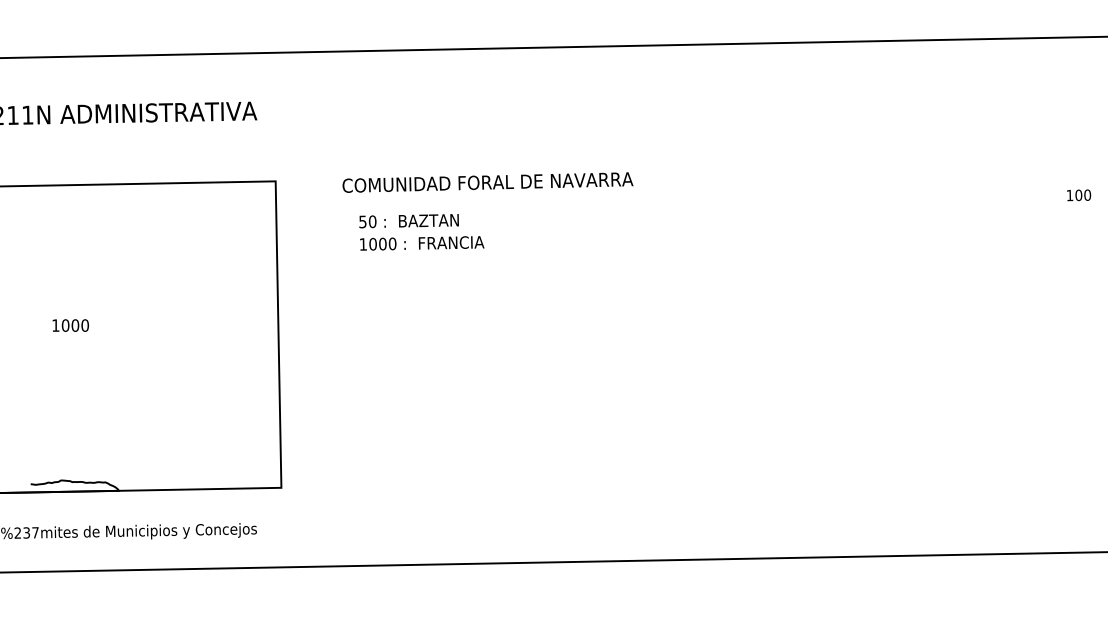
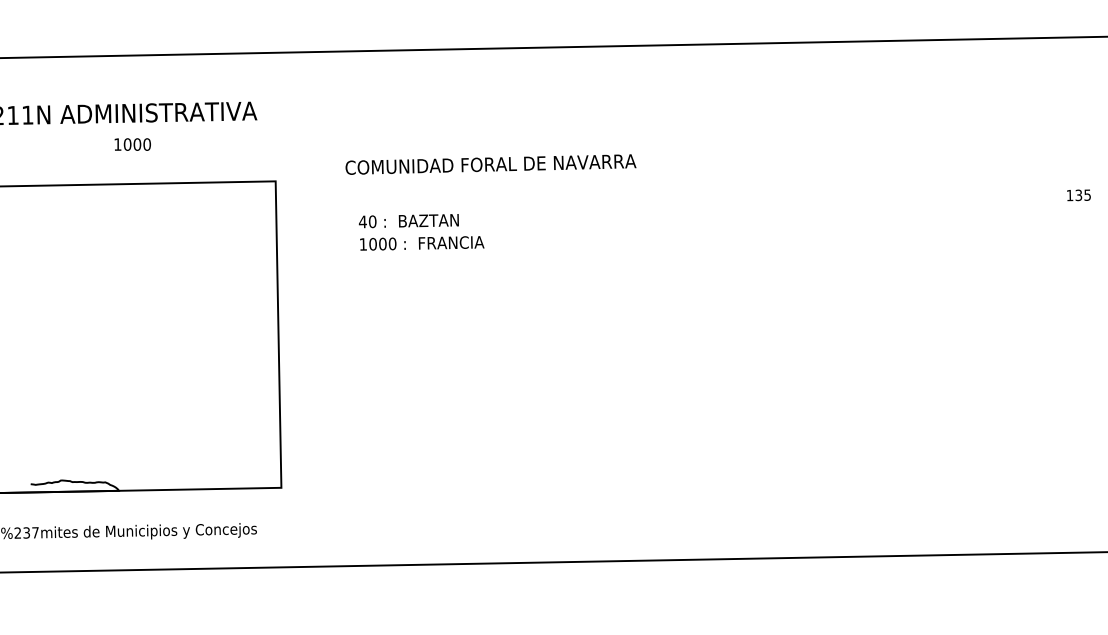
text at (487, 182) position: (487, 182) -> (490, 164)
text at (1083, 195): 100 -> 135
text at (362, 221): 50 -> 40
text at (70, 325) position: (70, 325) -> (132, 144)
